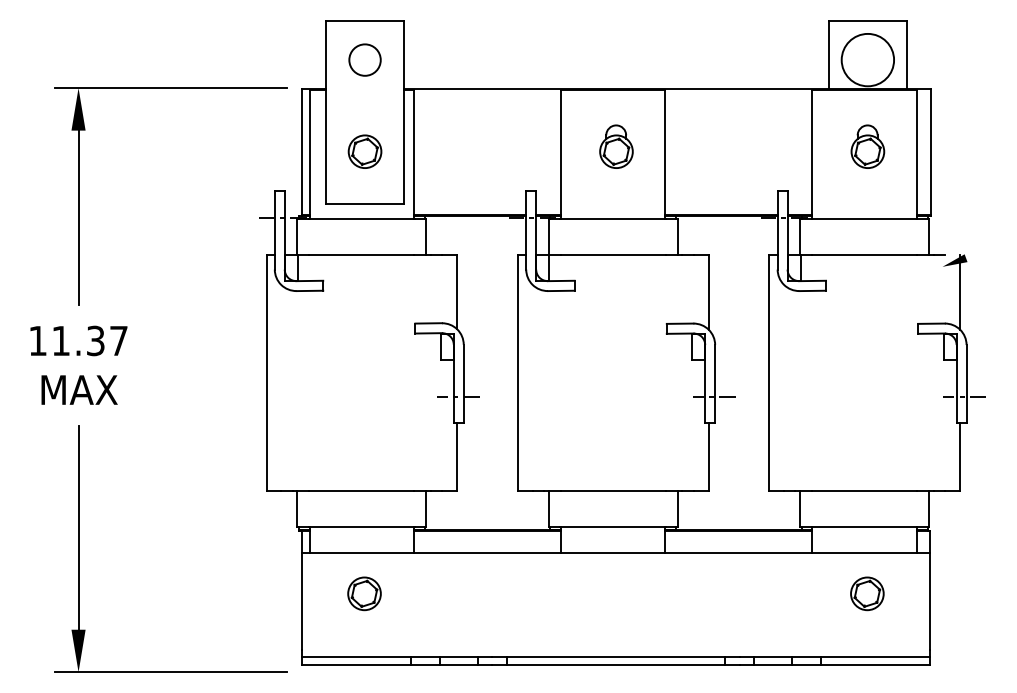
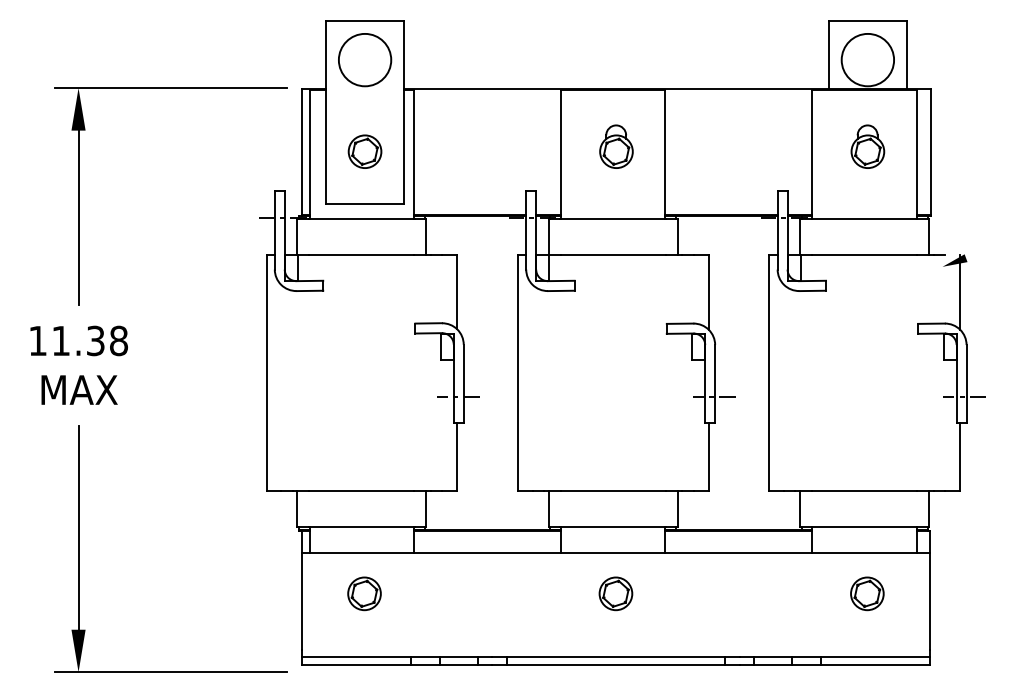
circle at (364, 59) diameter: 31 px -> 52 px
text at (119, 340): 11.37 -> 11.38
part at (615, 593): none -> present
